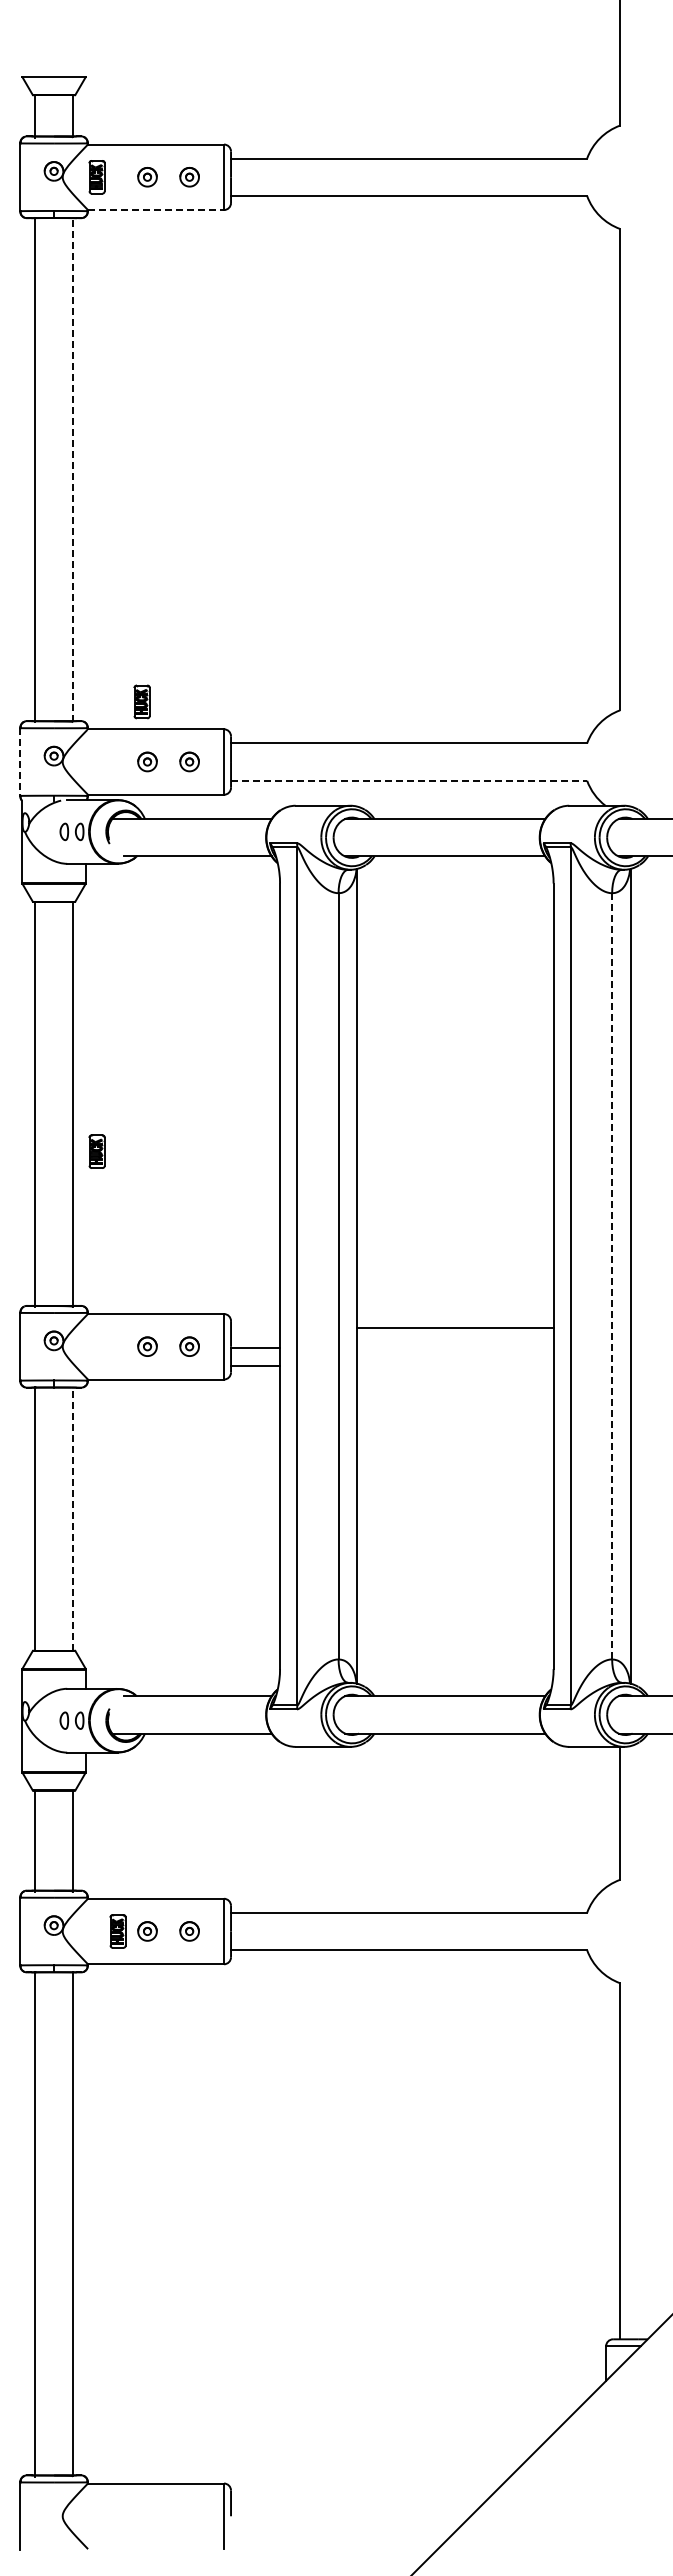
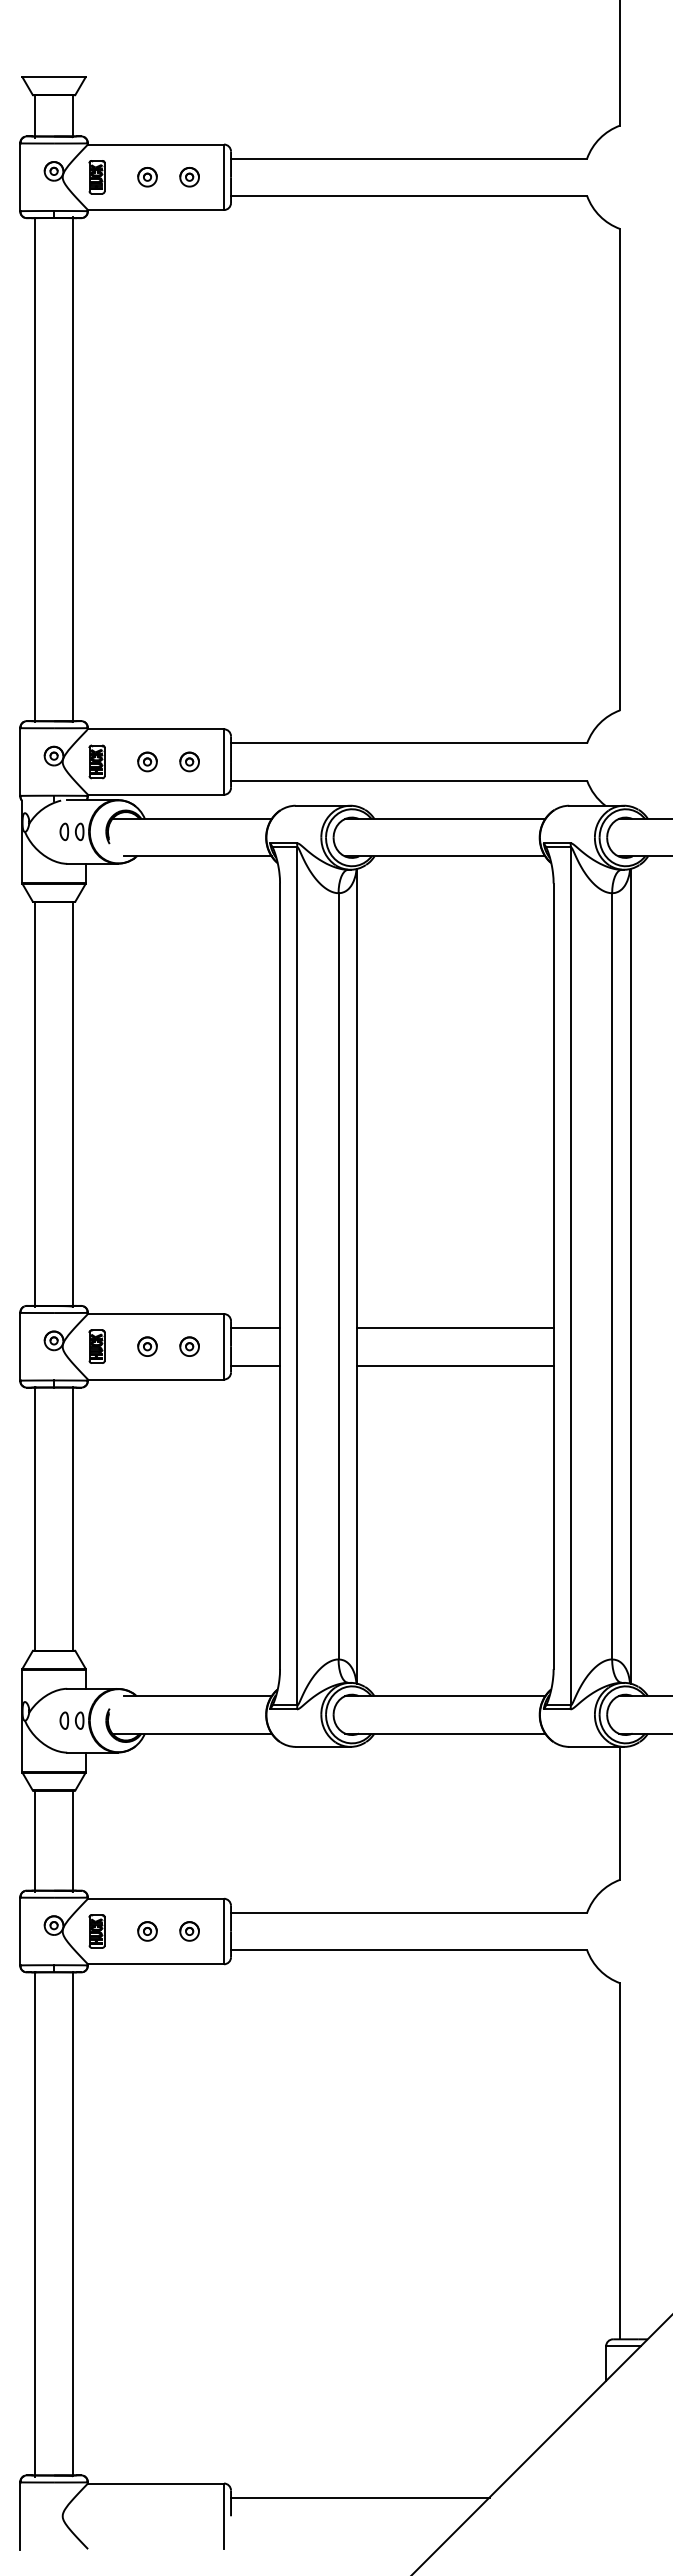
line at (156, 210): dashed -> solid
line at (72, 469): dashed -> solid
part at (141, 701) position: (141, 701) -> (96, 761)
line at (20, 762): dashed -> solid
line at (409, 780): dashed -> solid
part at (96, 1151) position: (96, 1151) -> (96, 1346)
line at (612, 1276): dashed -> solid
line at (255, 1348) position: (255, 1348) -> (255, 1328)
line at (454, 1365): none -> present
line at (72, 1518): dashed -> solid
part at (117, 1931) position: (117, 1931) -> (96, 1931)
line at (360, 2497): none -> present
